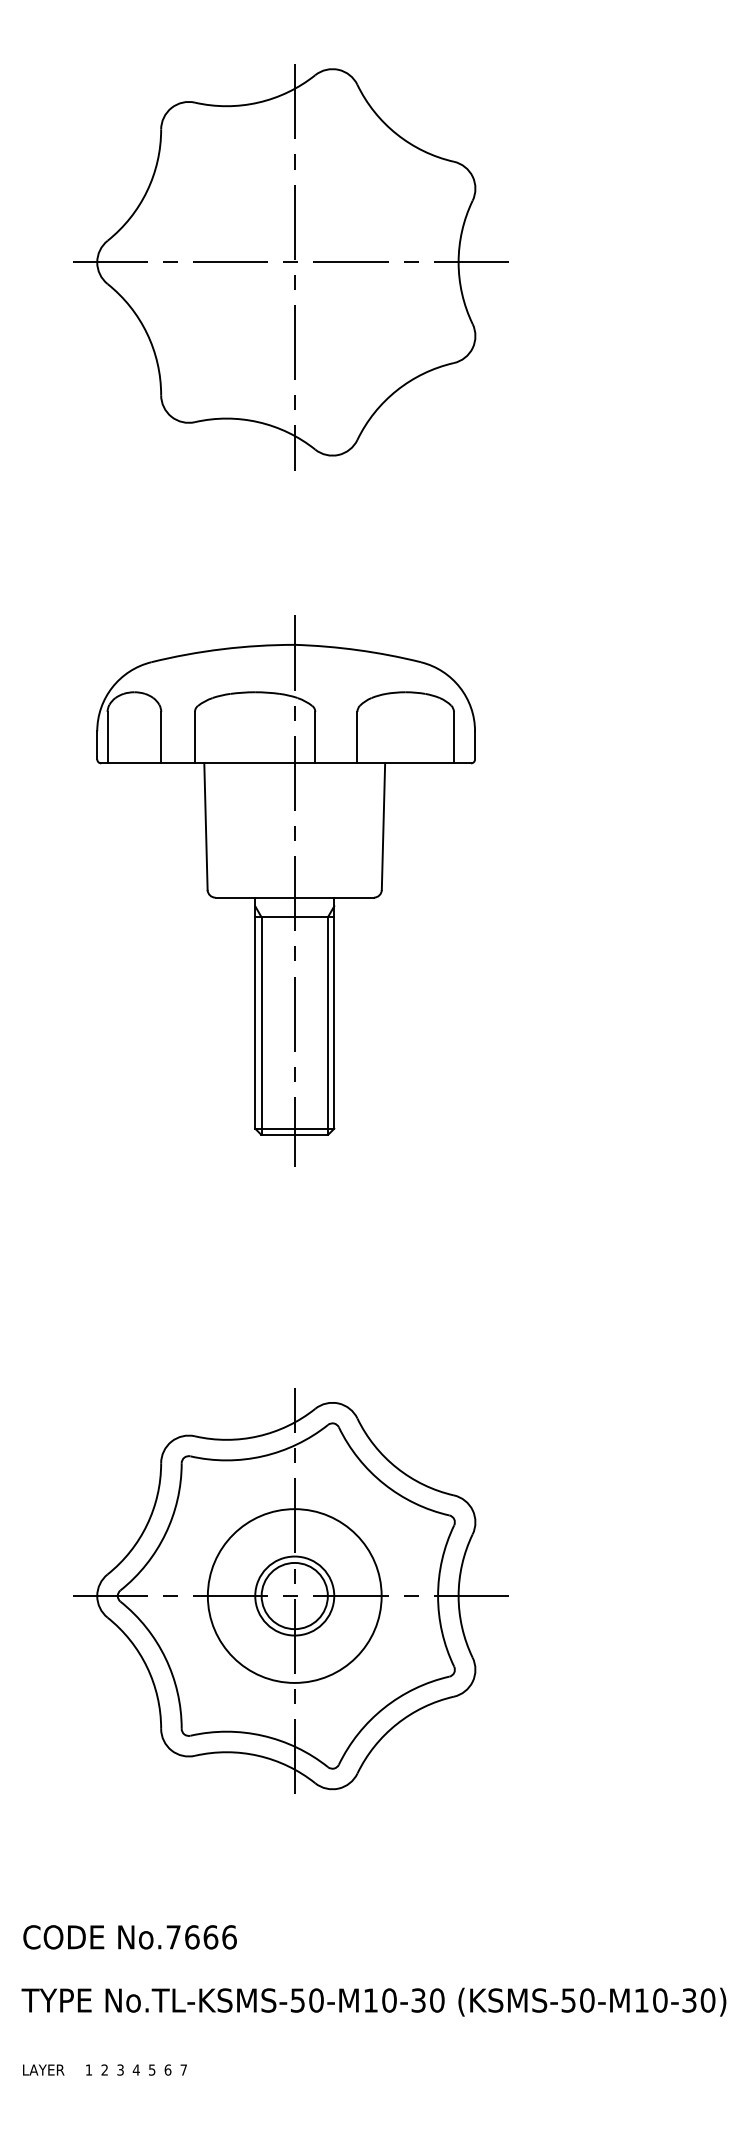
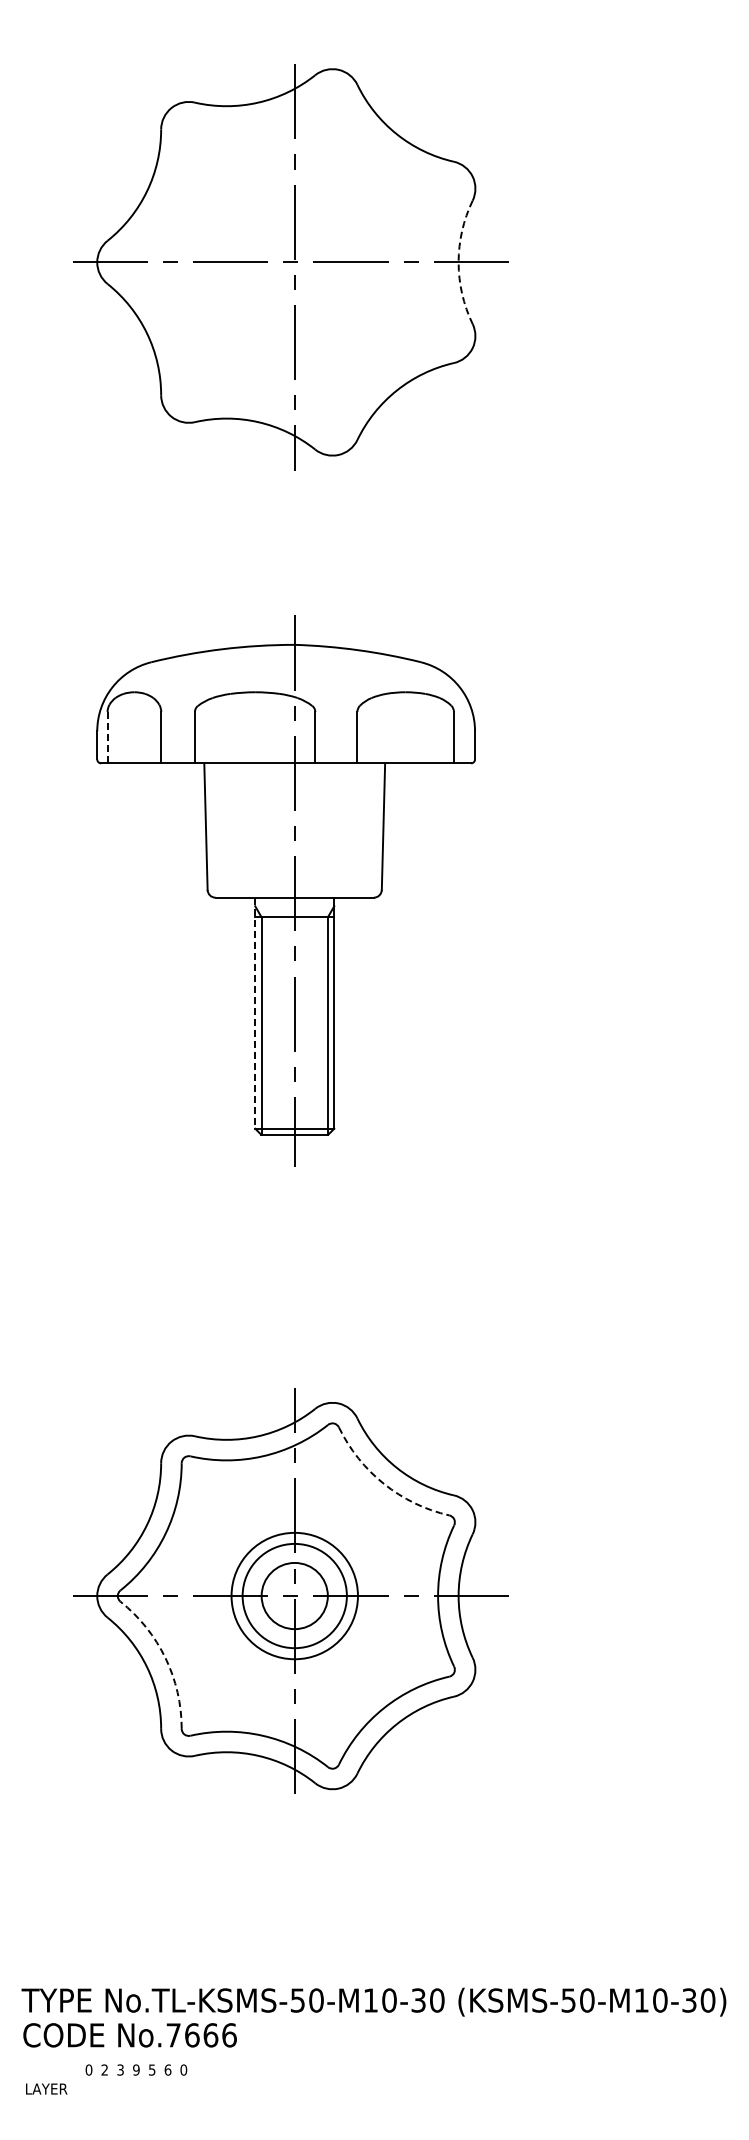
arc at (458, 262): solid -> dashed
line at (107, 737): solid -> dashed
line at (255, 1013): solid -> dashed
arc at (384, 1483): solid -> dashed
circle at (294, 1595) diameter: 174 px -> 104 px
circle at (294, 1595) diameter: 79 px -> 126 px
arc at (165, 1658): solid -> dashed
text at (129, 1937) position: (129, 1937) -> (129, 2035)
text at (43, 2069) position: (43, 2069) -> (46, 2088)
text at (88, 2069): 1 -> 0
text at (135, 2069): 4 -> 9
text at (183, 2069): 7 -> 0
